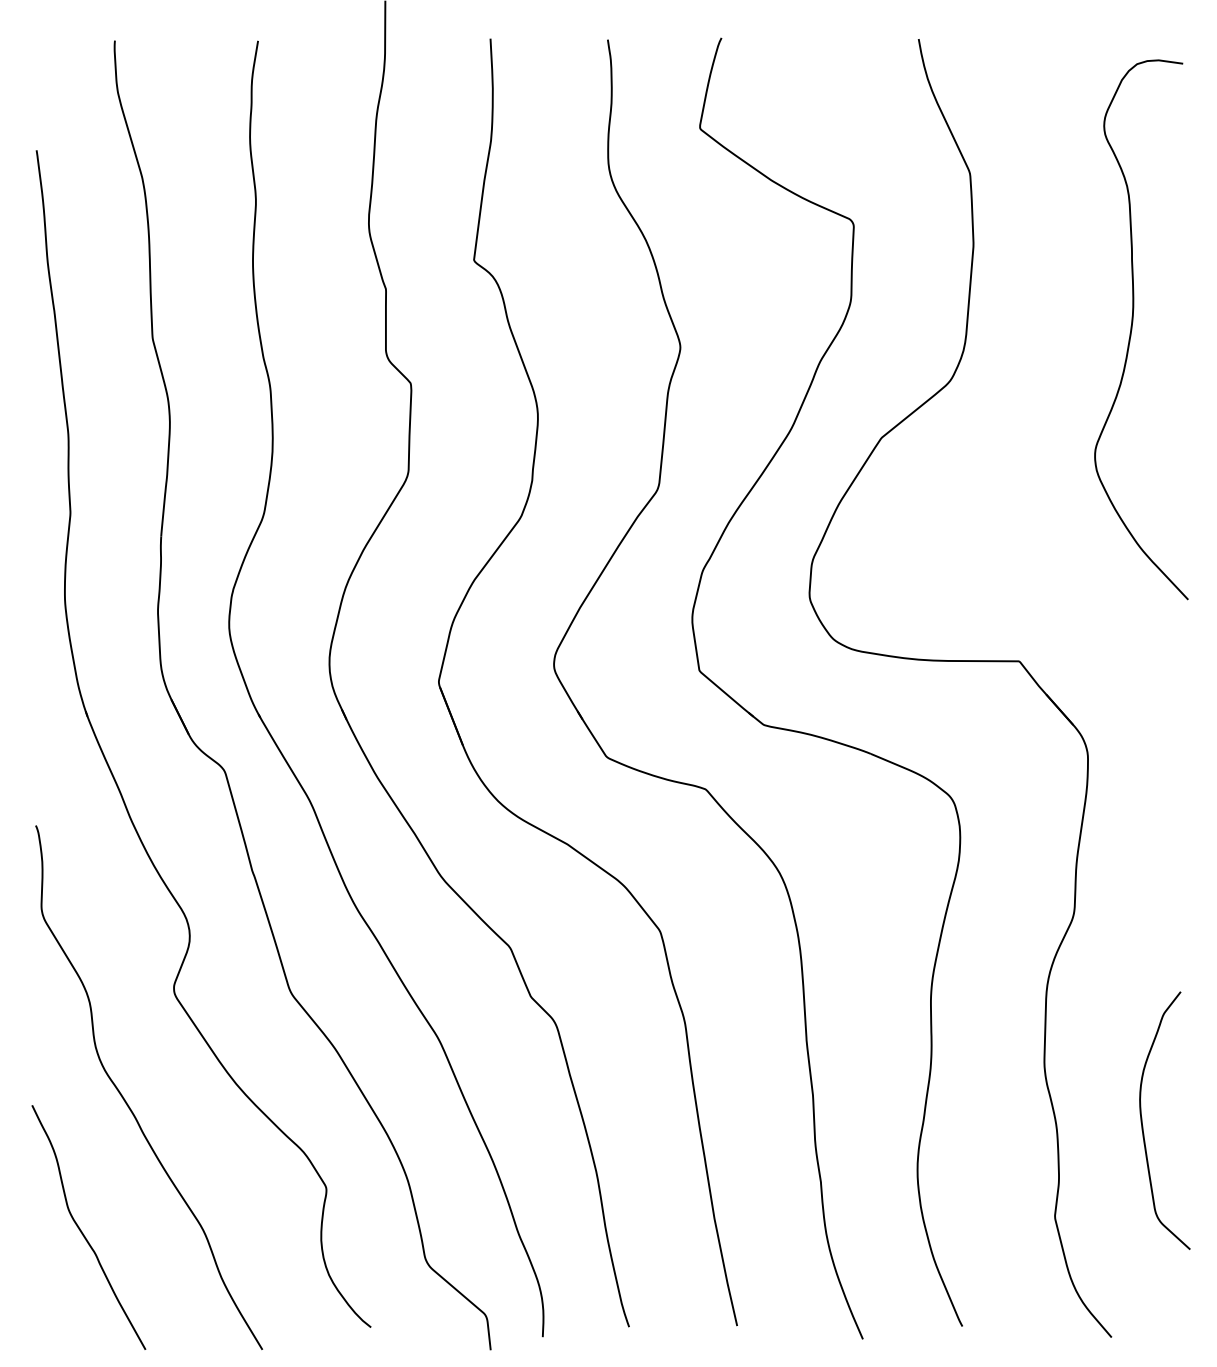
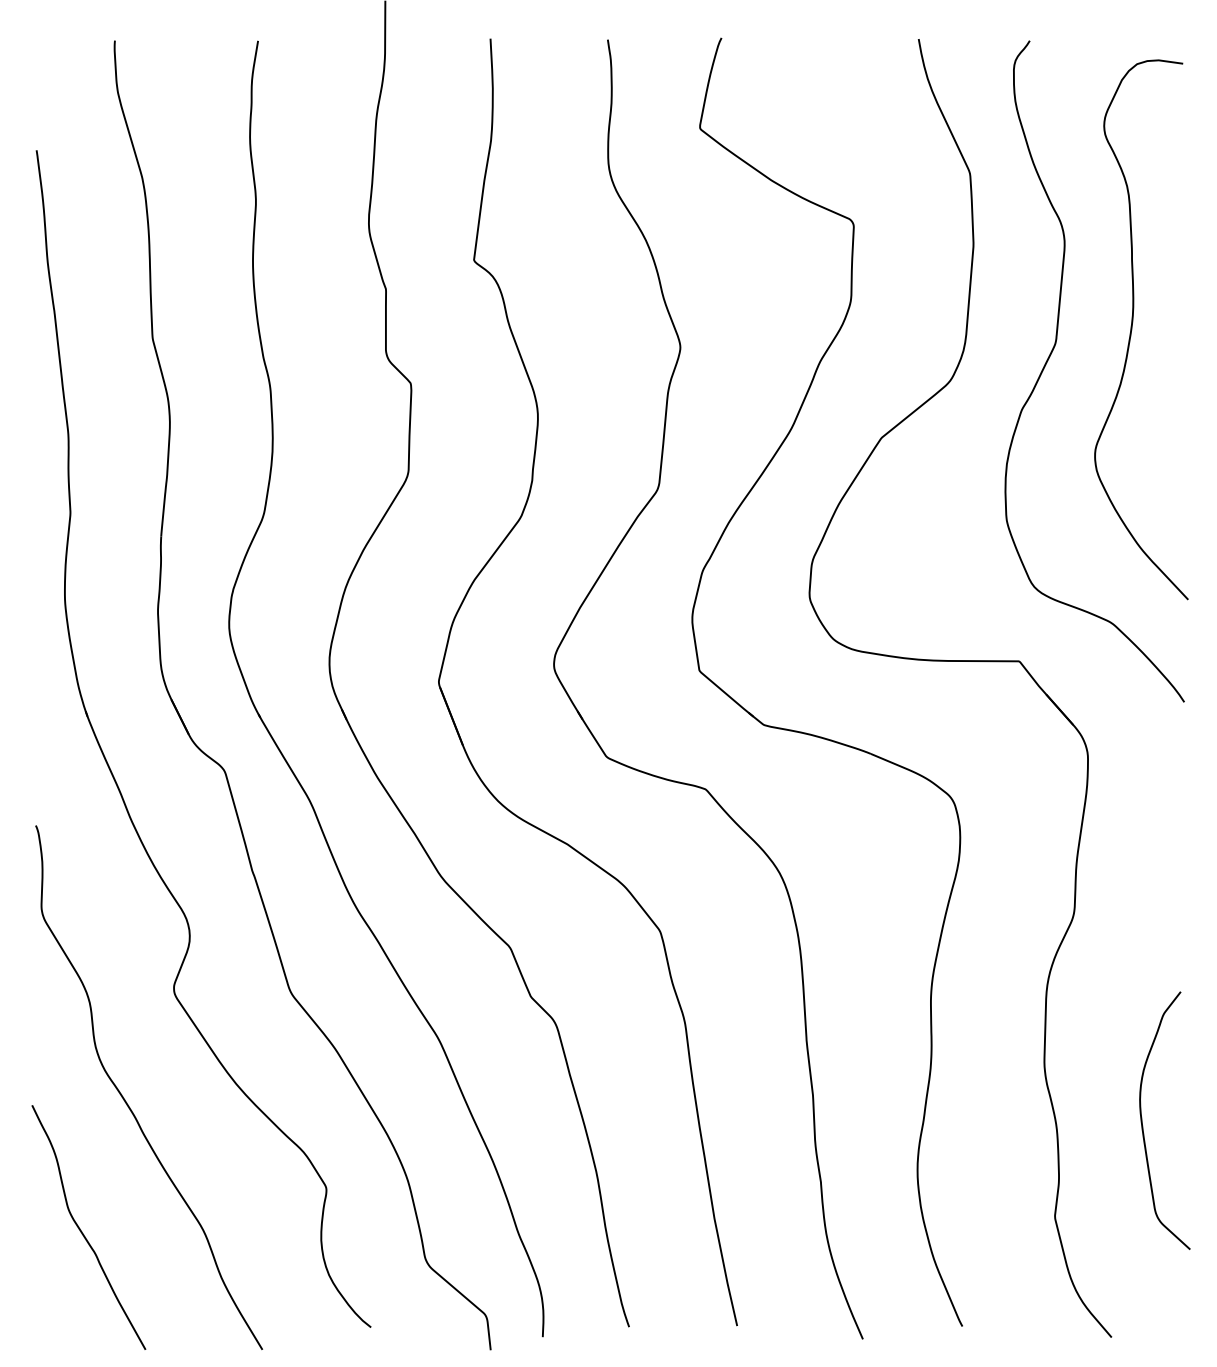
curve at (1053, 350): none -> present
